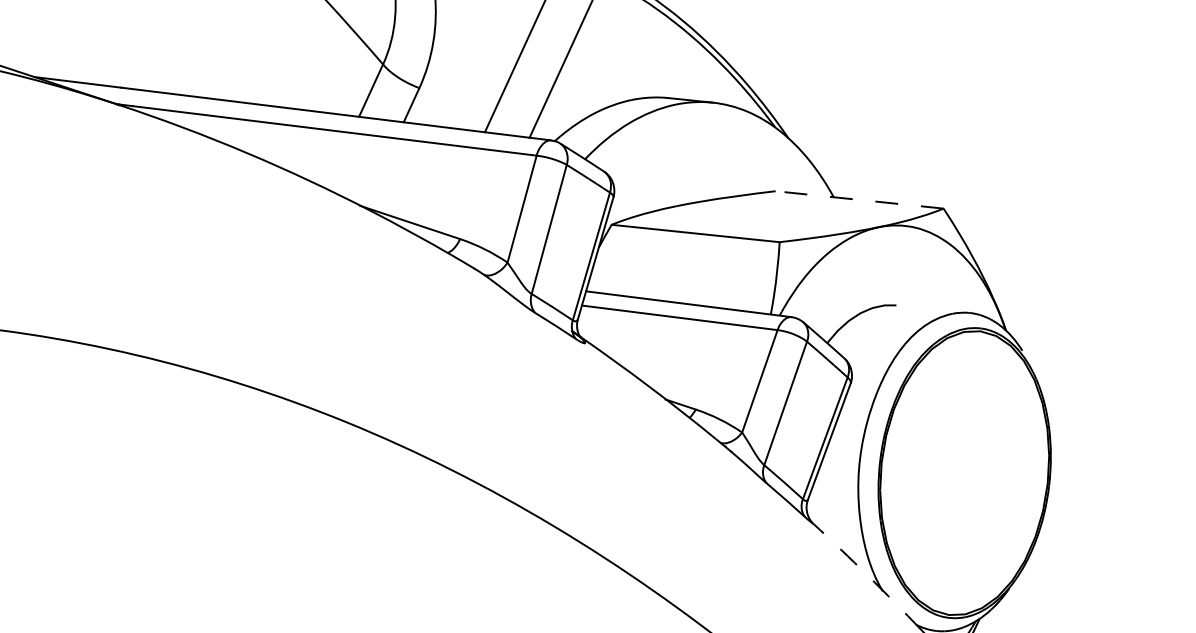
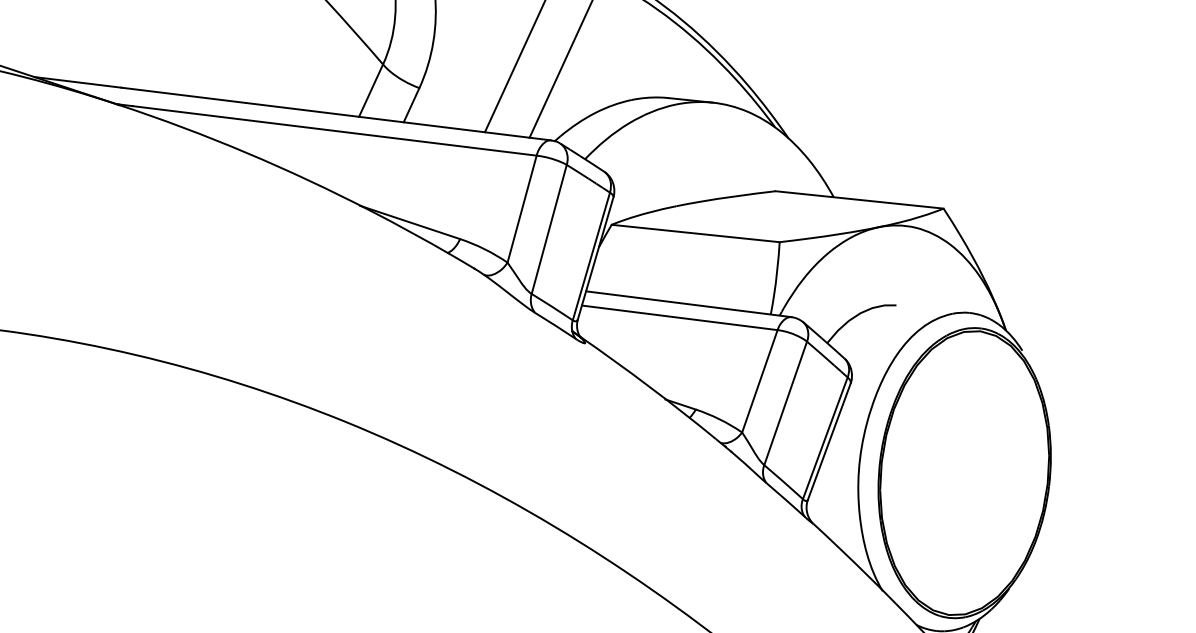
line at (859, 199): dashed -> solid
arc at (868, 575): dashed -> solid
